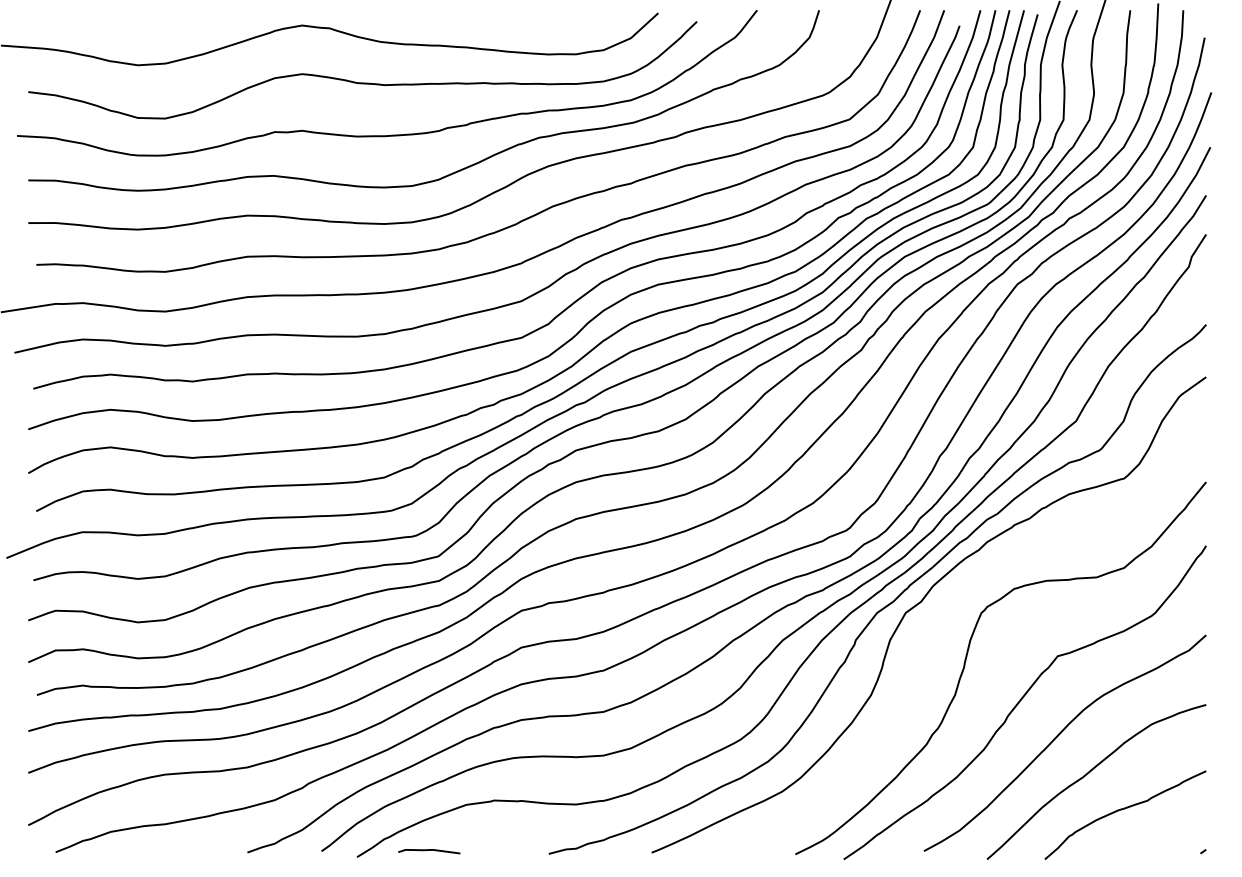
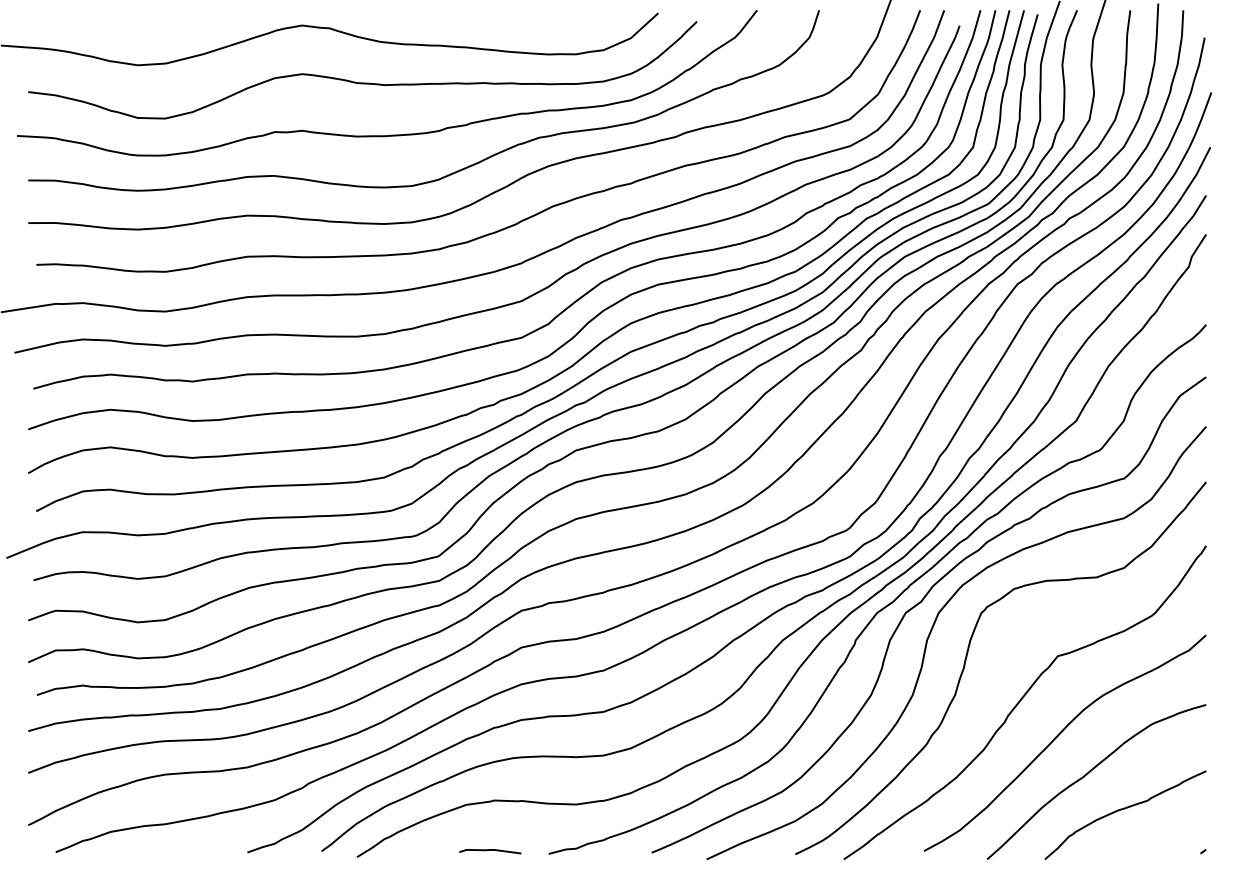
curve at (930, 635): none -> present
line at (429, 850) position: (429, 850) -> (490, 850)
